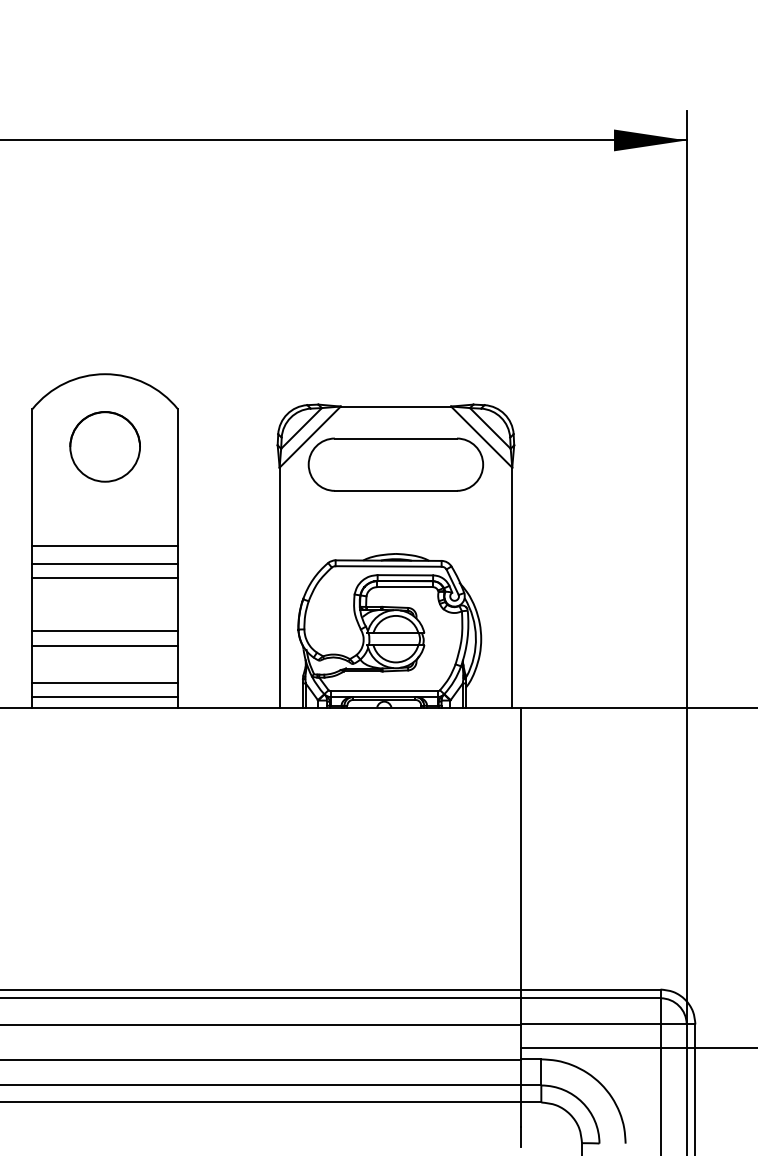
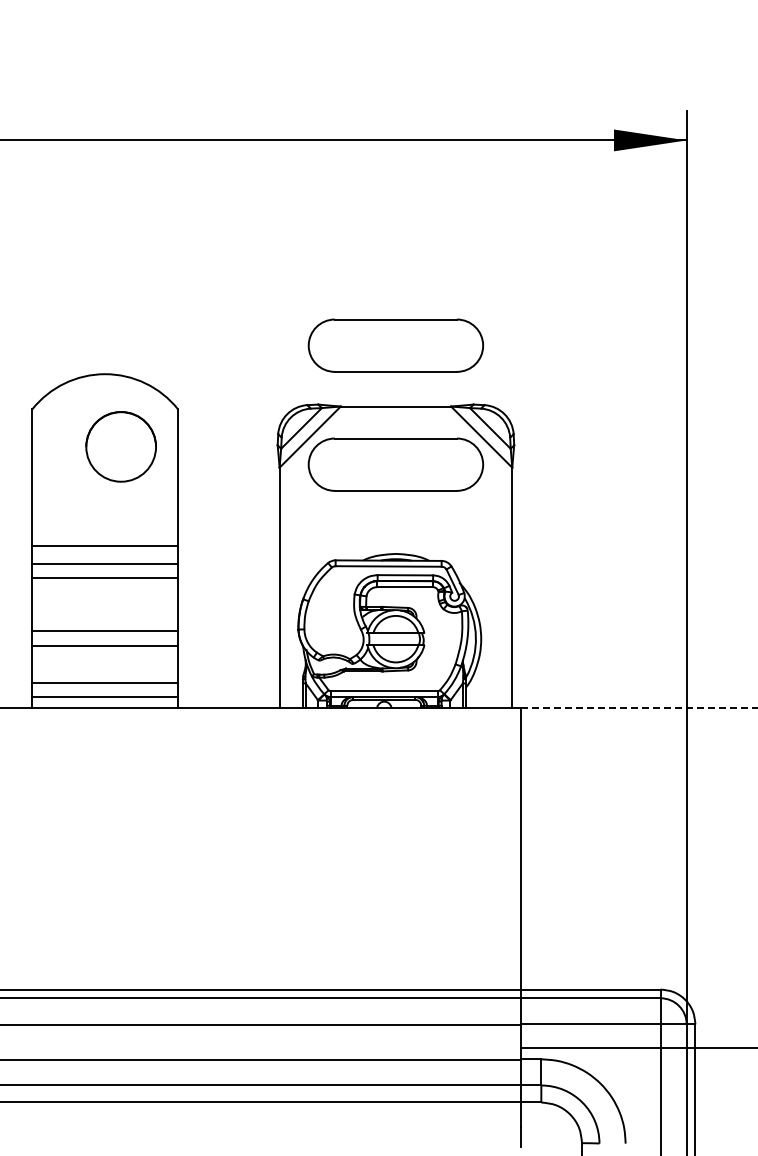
part at (395, 345): none -> present
circle at (104, 446) position: (104, 446) -> (120, 446)
line at (639, 707): solid -> dashed
